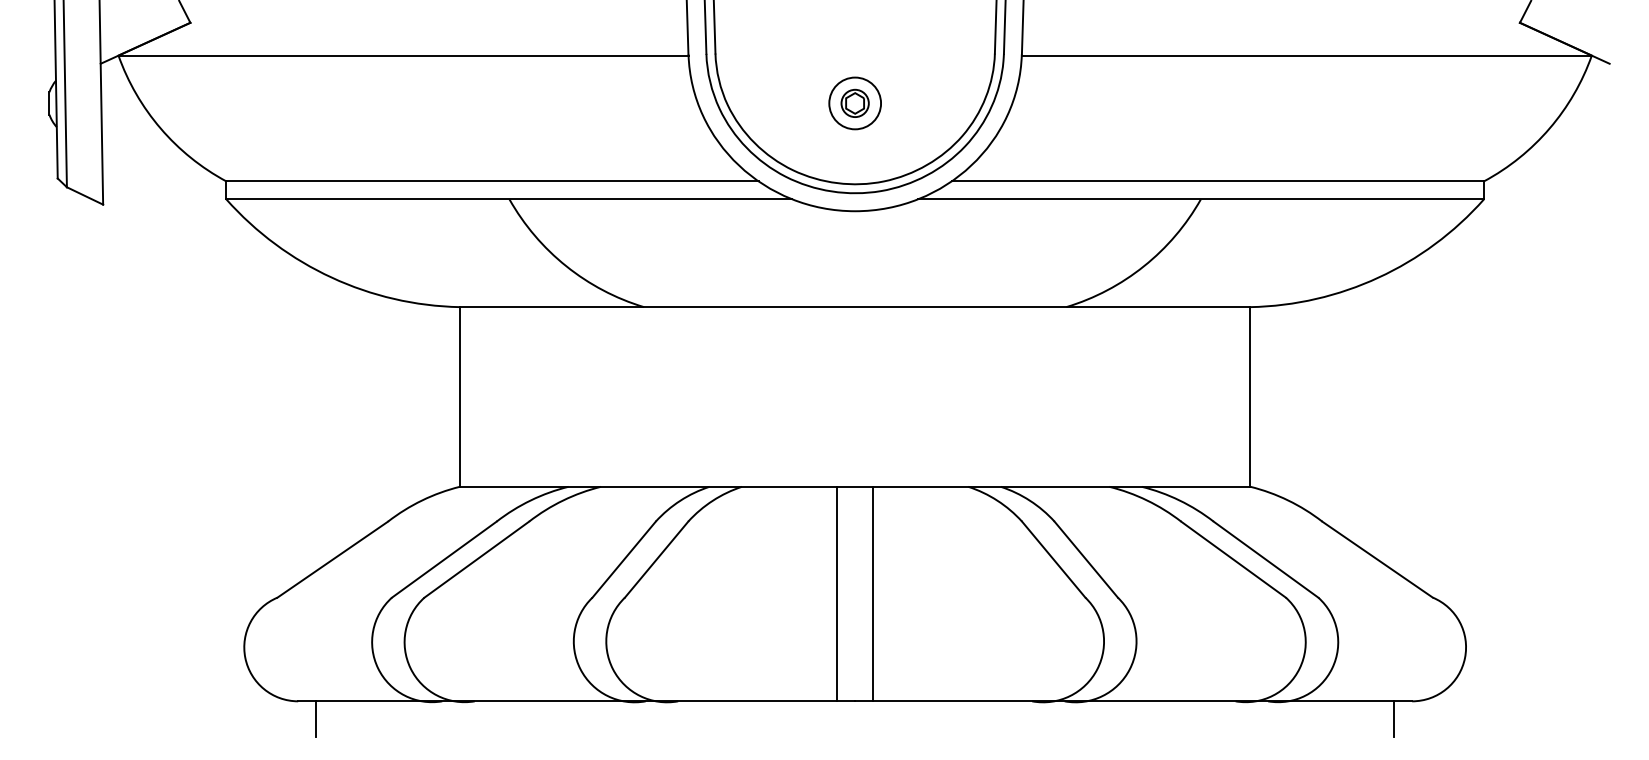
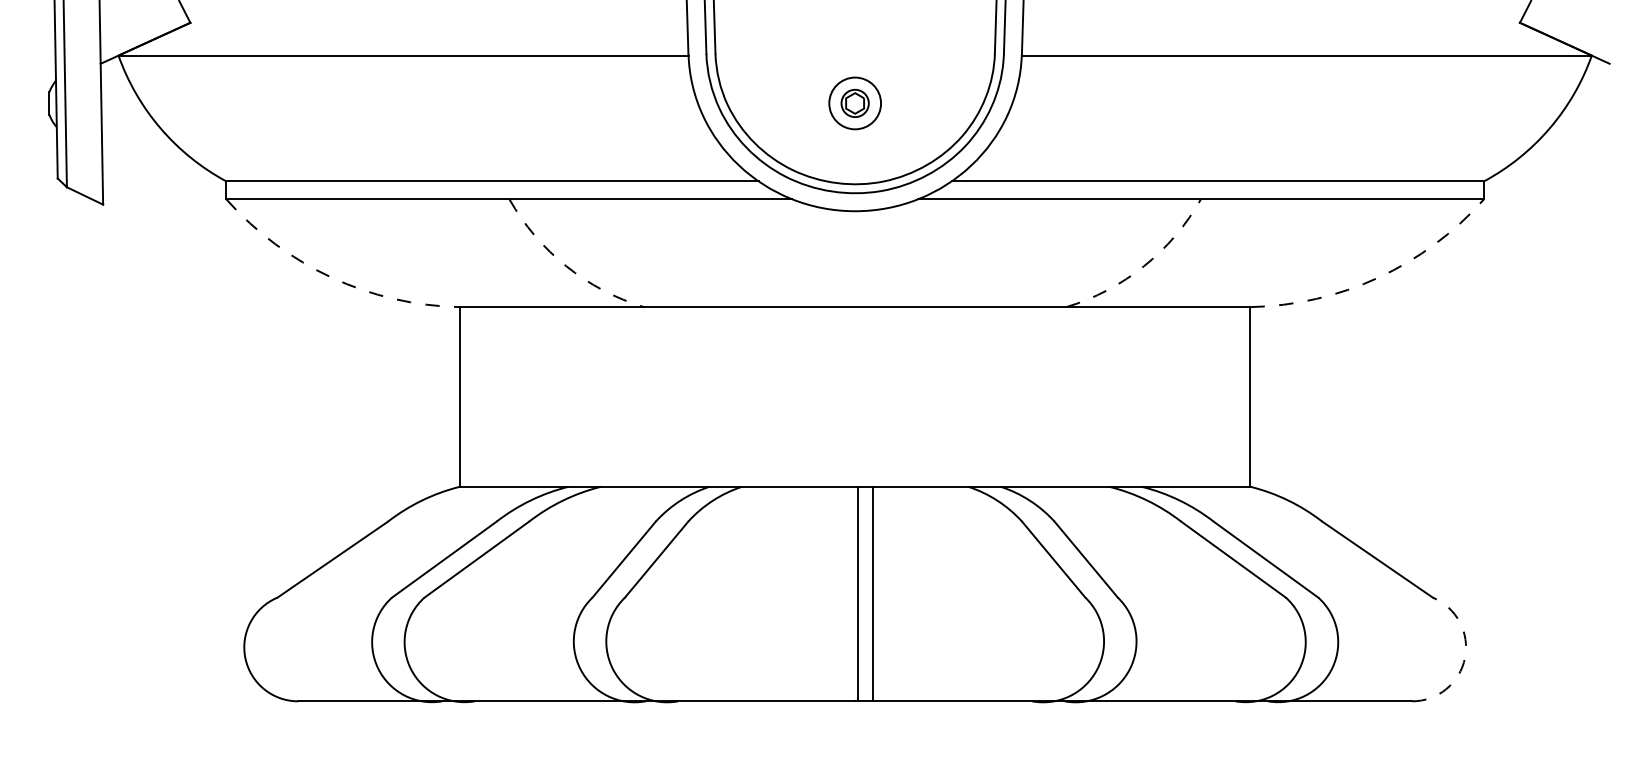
arc at (566, 266): solid -> dashed
arc at (1144, 266): solid -> dashed
arc at (331, 277): solid -> dashed
arc at (1378, 277): solid -> dashed
line at (837, 593) position: (837, 593) -> (858, 593)
arc at (1465, 658): solid -> dashed
line at (316, 719): present -> none
line at (1394, 719): present -> none
